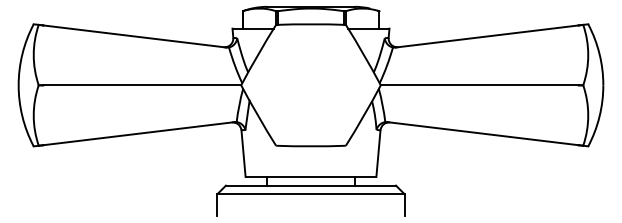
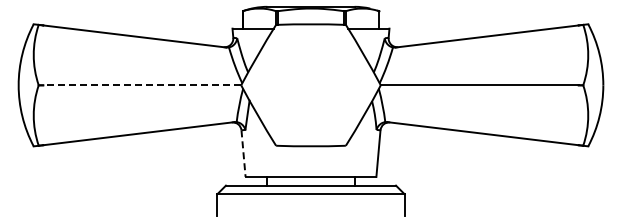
line at (142, 85): solid -> dashed
line at (243, 154): solid -> dashed
